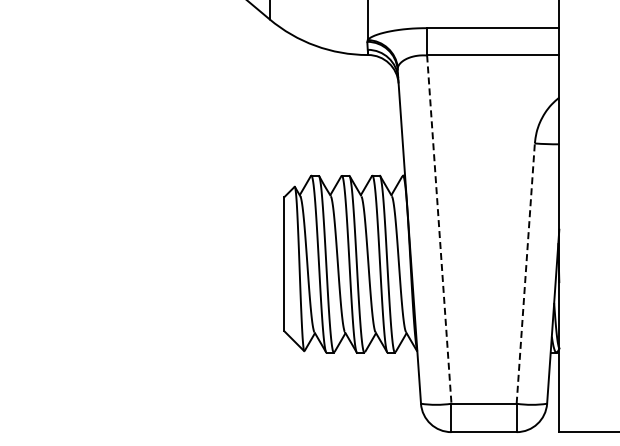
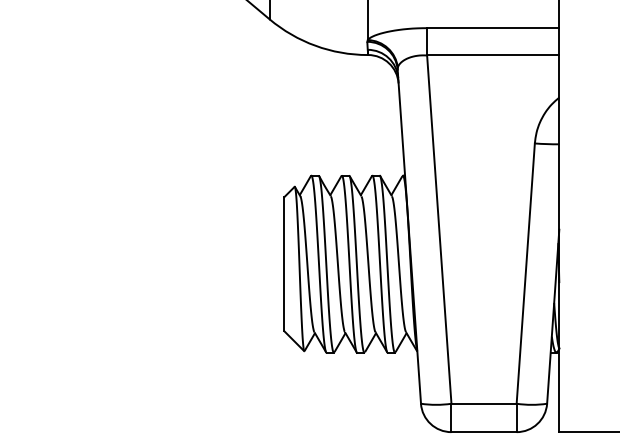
line at (439, 229): dashed -> solid
line at (525, 273): dashed -> solid
